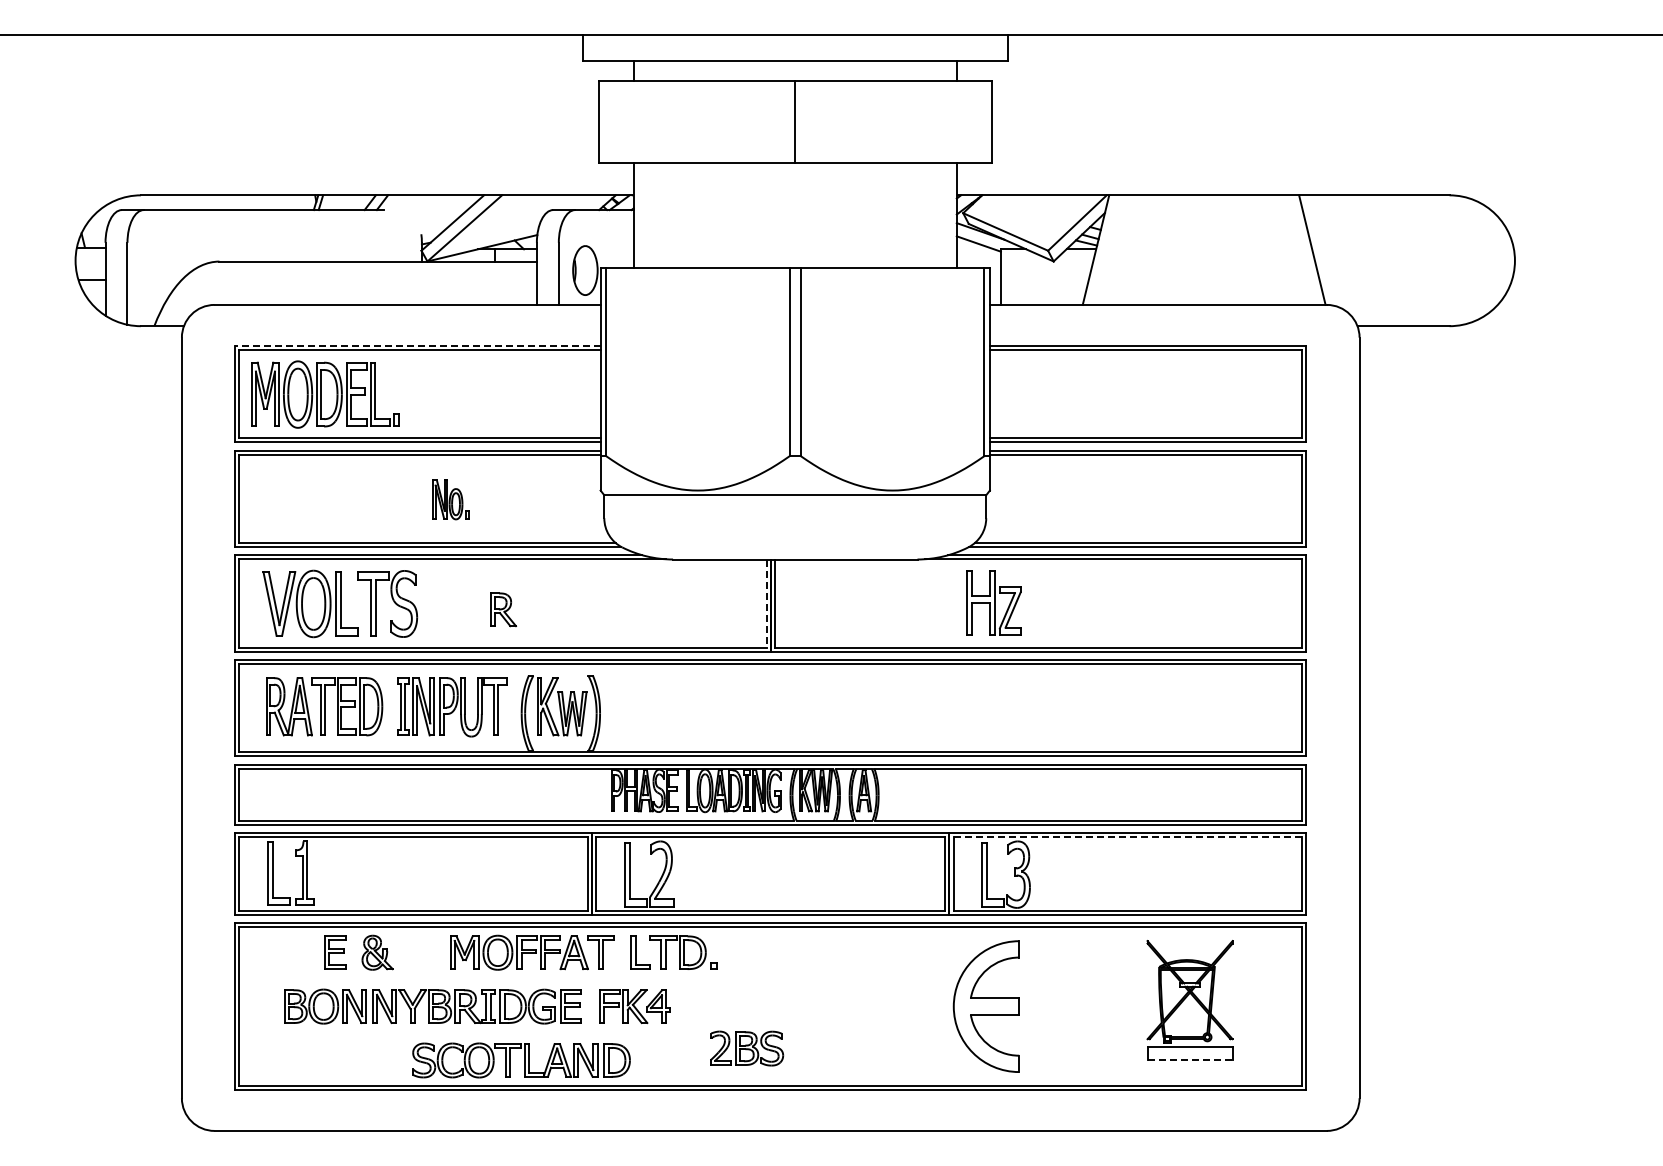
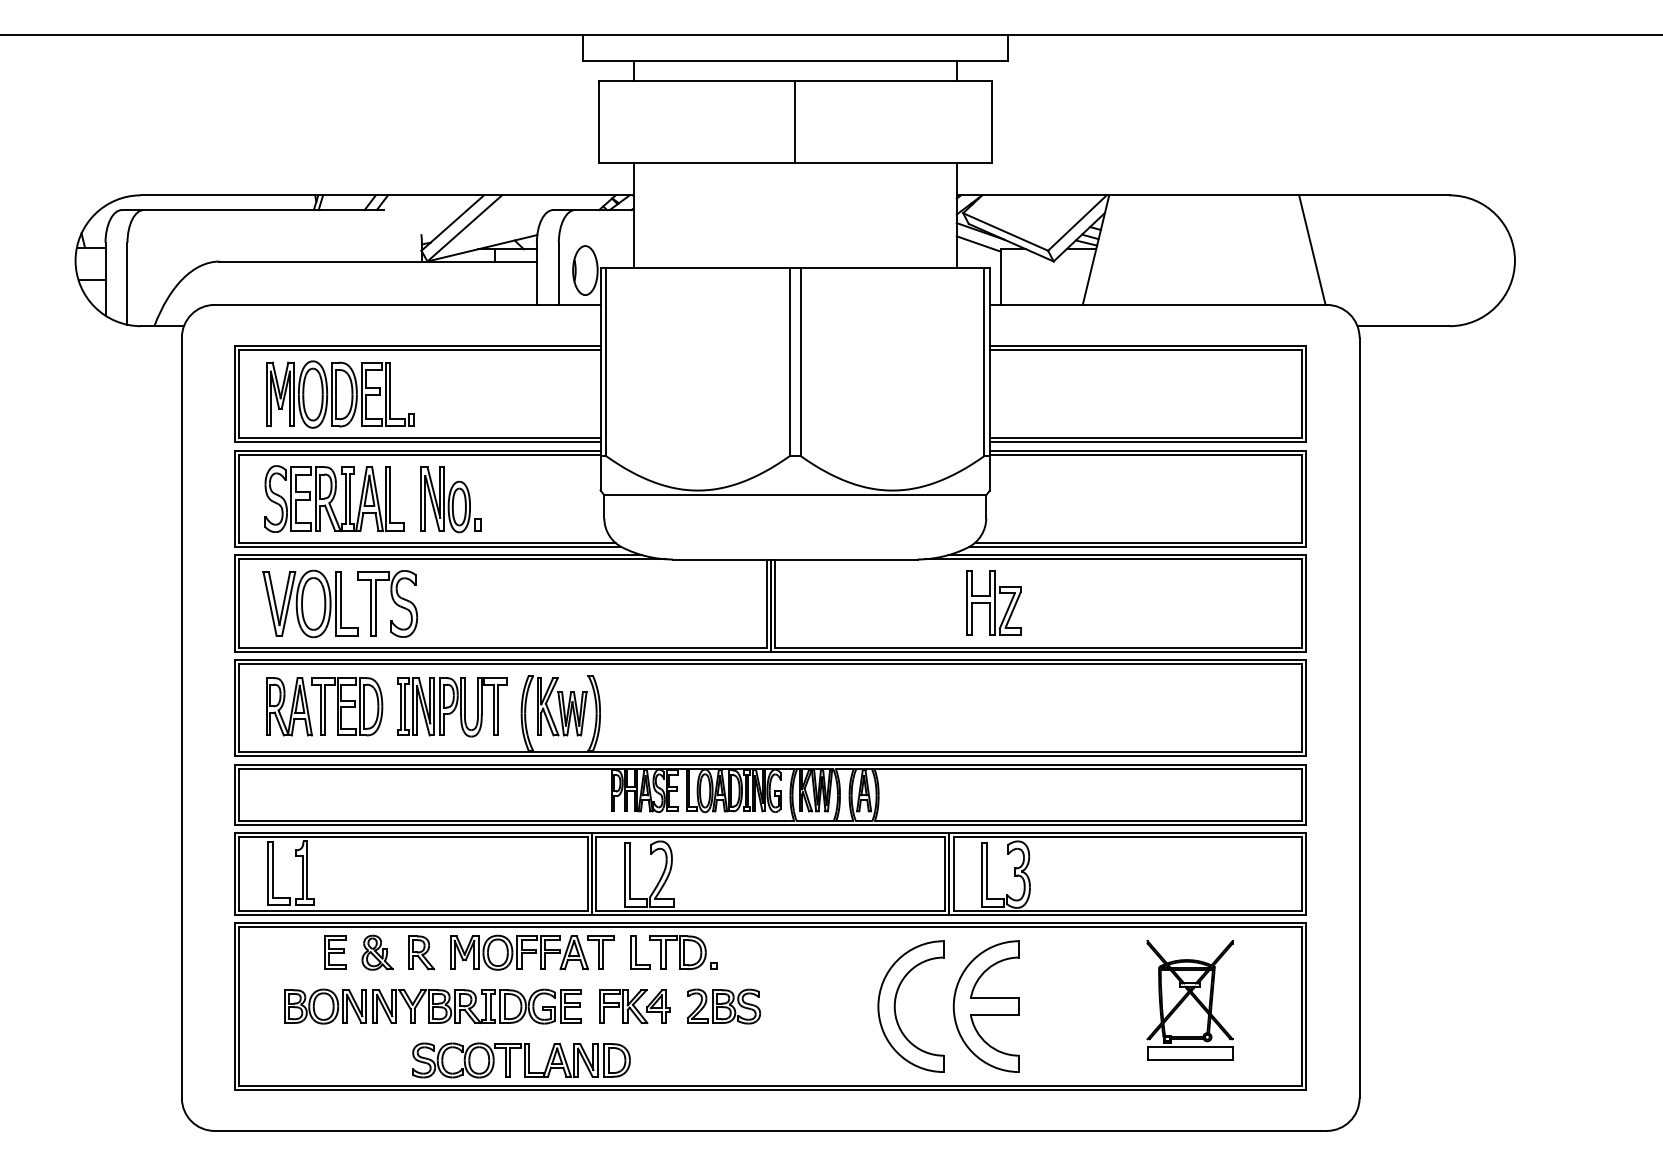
line at (417, 345): dashed -> solid
part at (325, 394) position: (325, 394) -> (340, 394)
part at (334, 498): none -> present
part at (450, 499) size: 38x42 px -> 62x68 px
line at (766, 604): dashed -> solid
part at (503, 609) position: (503, 609) -> (421, 952)
line at (1128, 837): dashed -> solid
part at (895, 1006): none -> present
part at (747, 1048) position: (747, 1048) -> (724, 1006)
line at (1190, 1059): dashed -> solid
